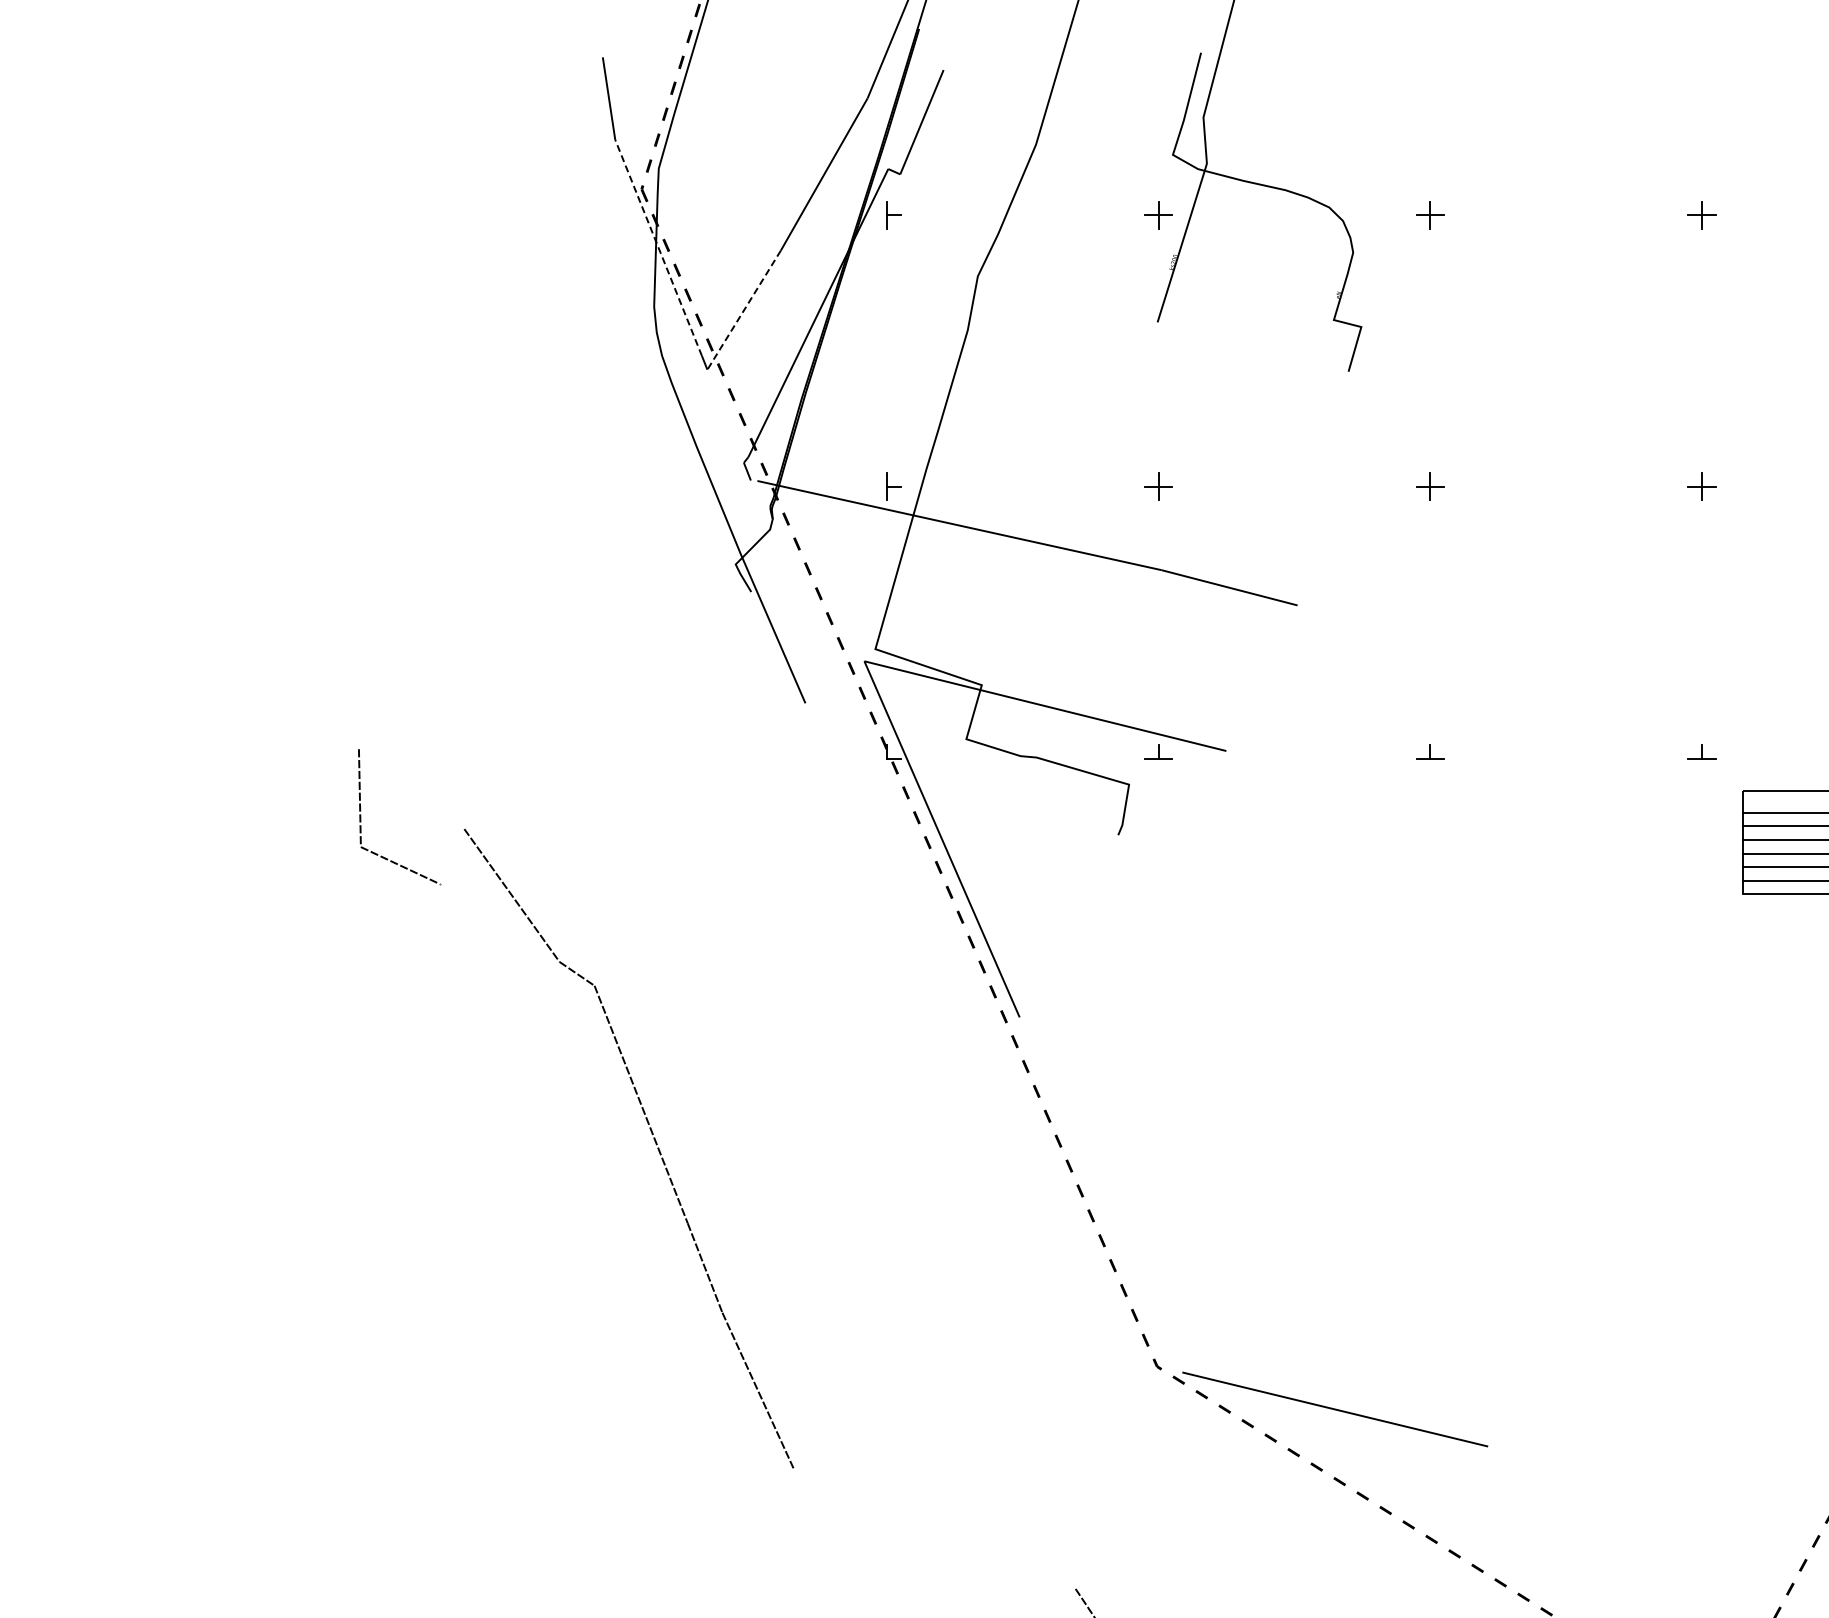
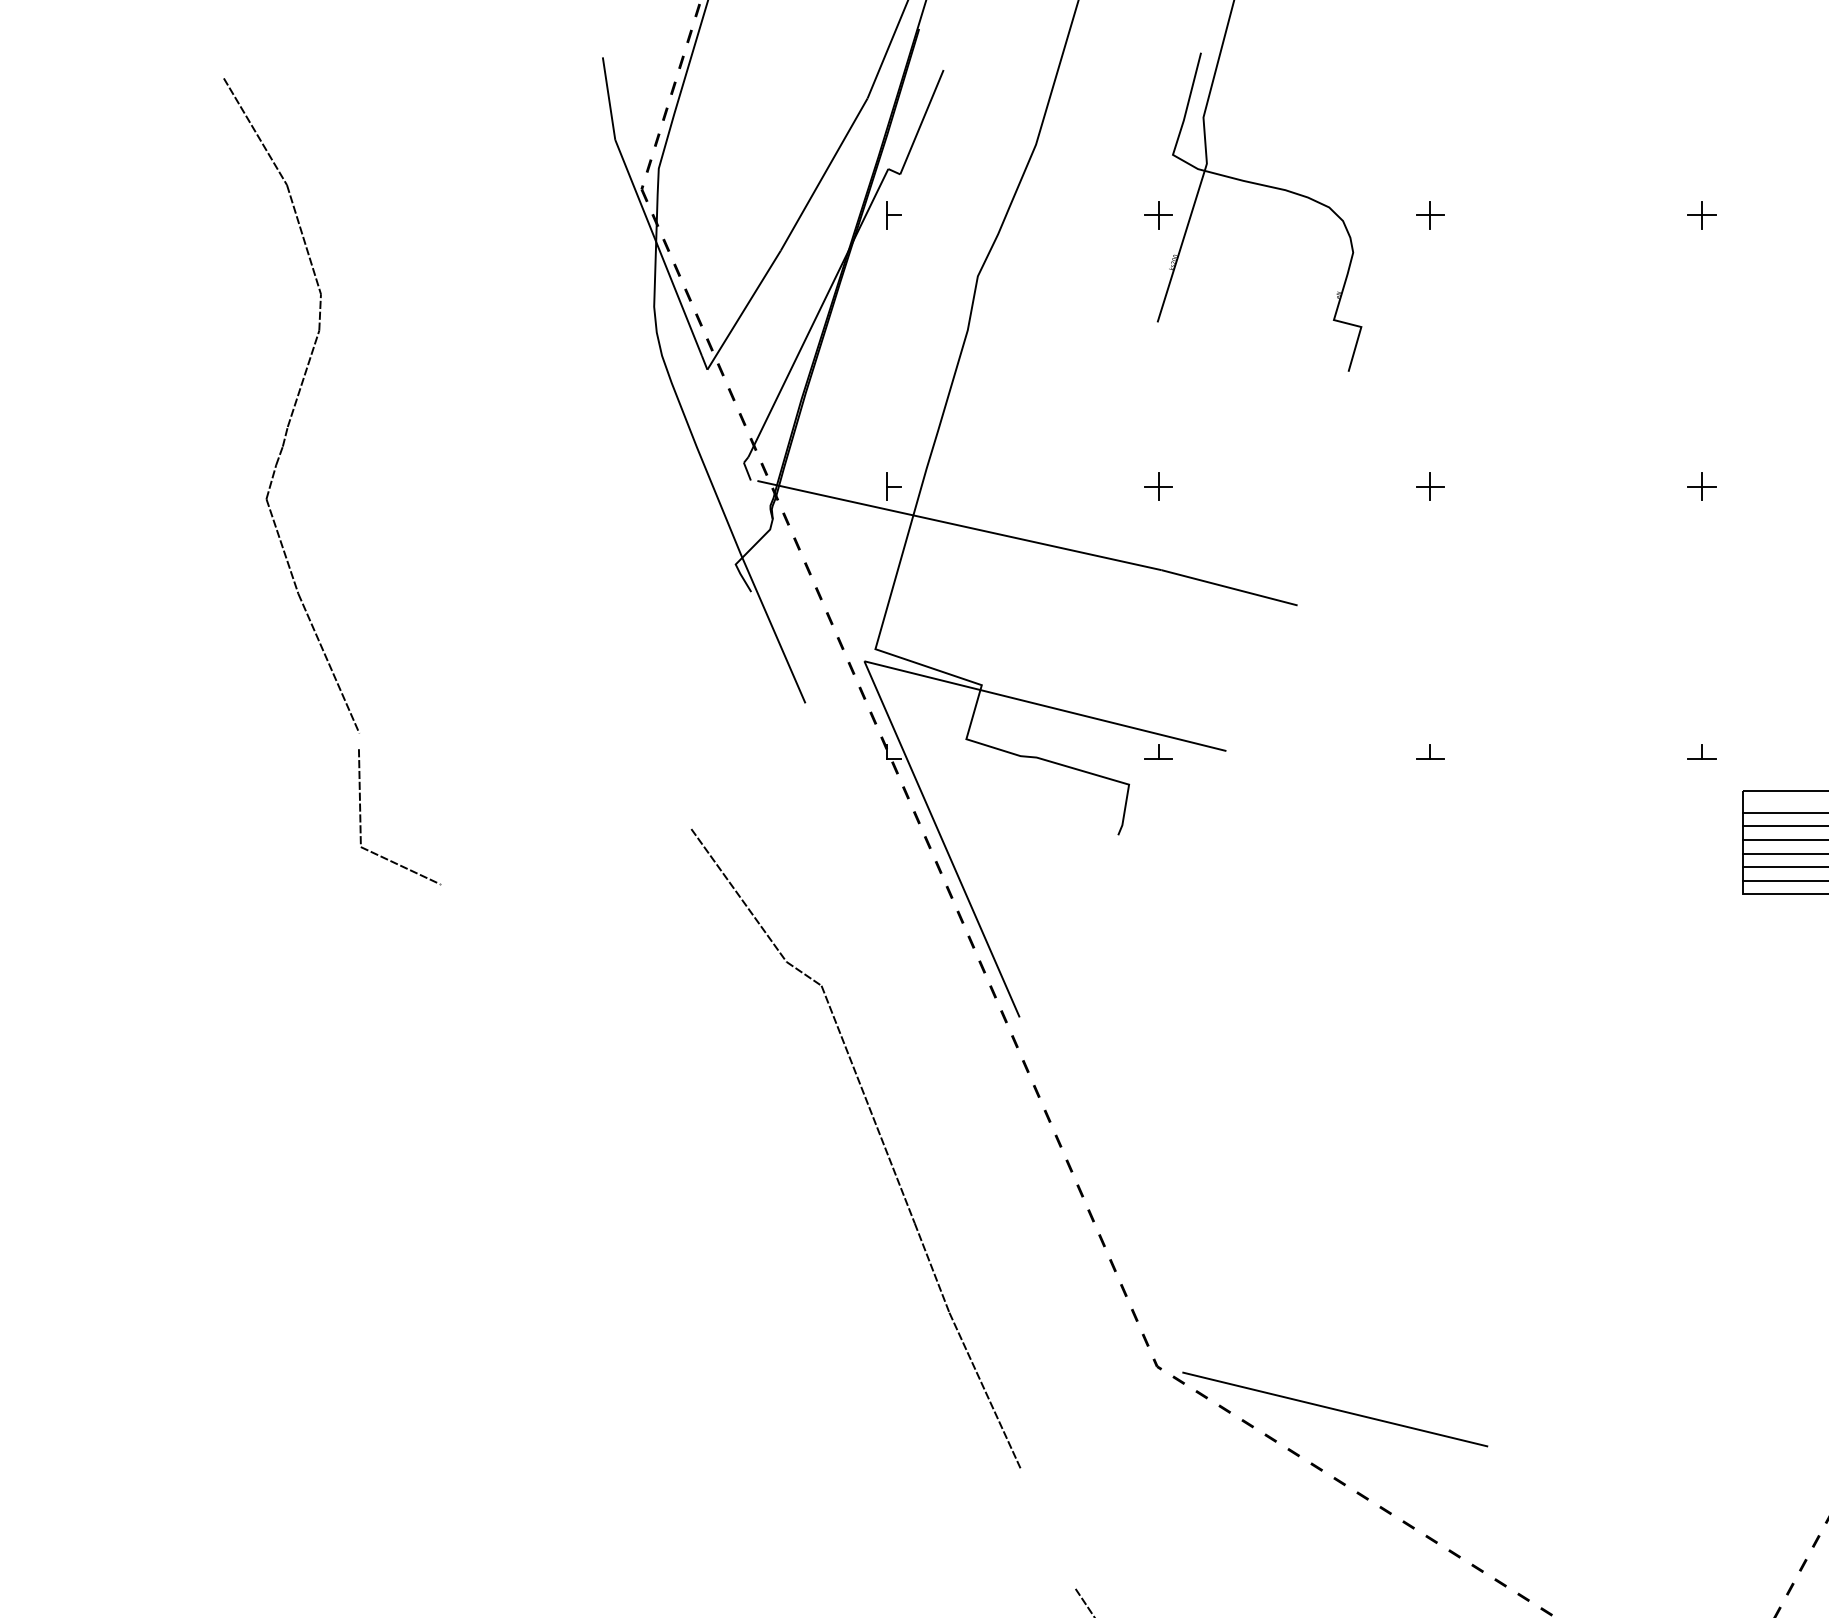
line at (658, 247): dashed -> solid
line at (744, 310): dashed -> solid
part at (291, 405): none -> present
part at (653, 1139) position: (653, 1139) -> (880, 1139)
